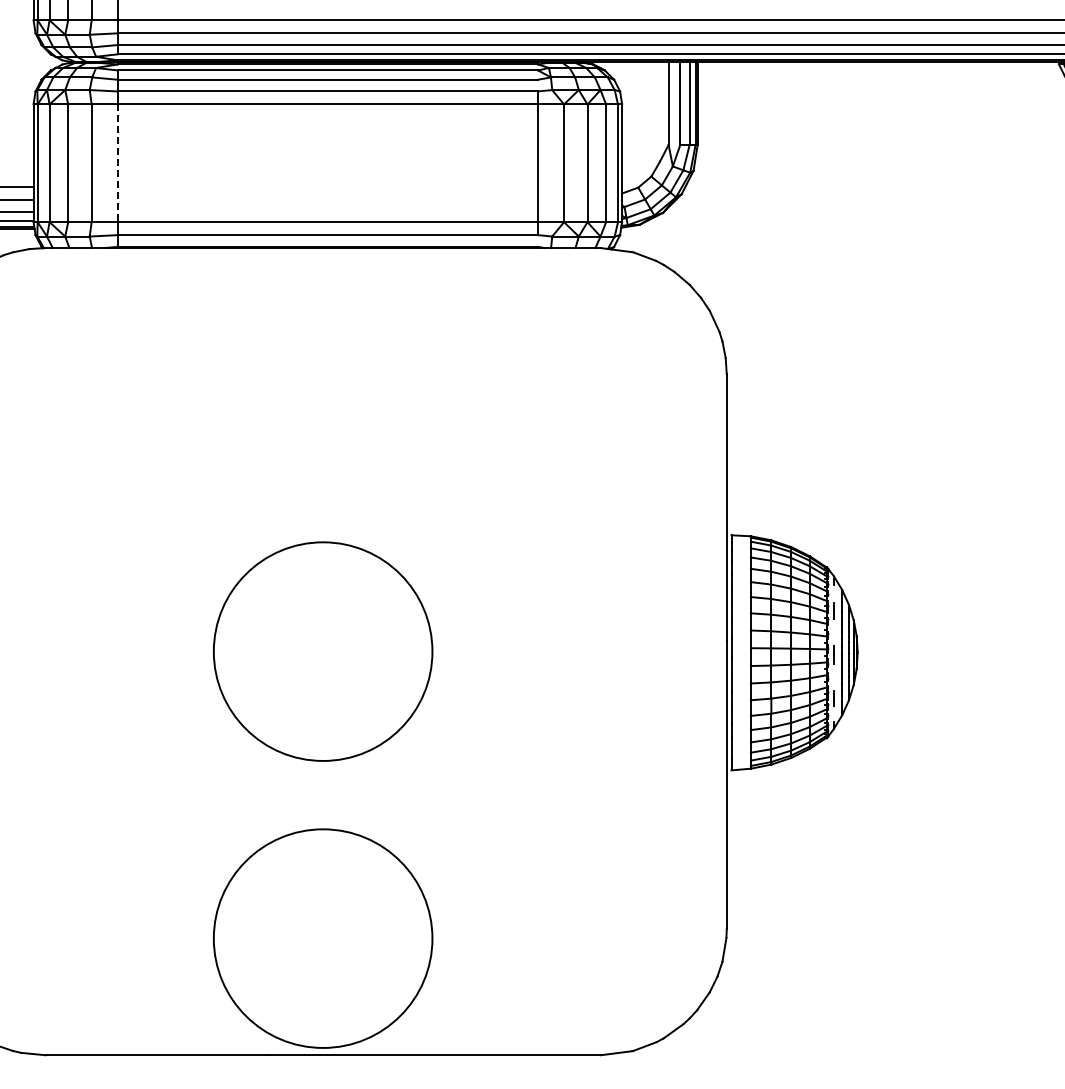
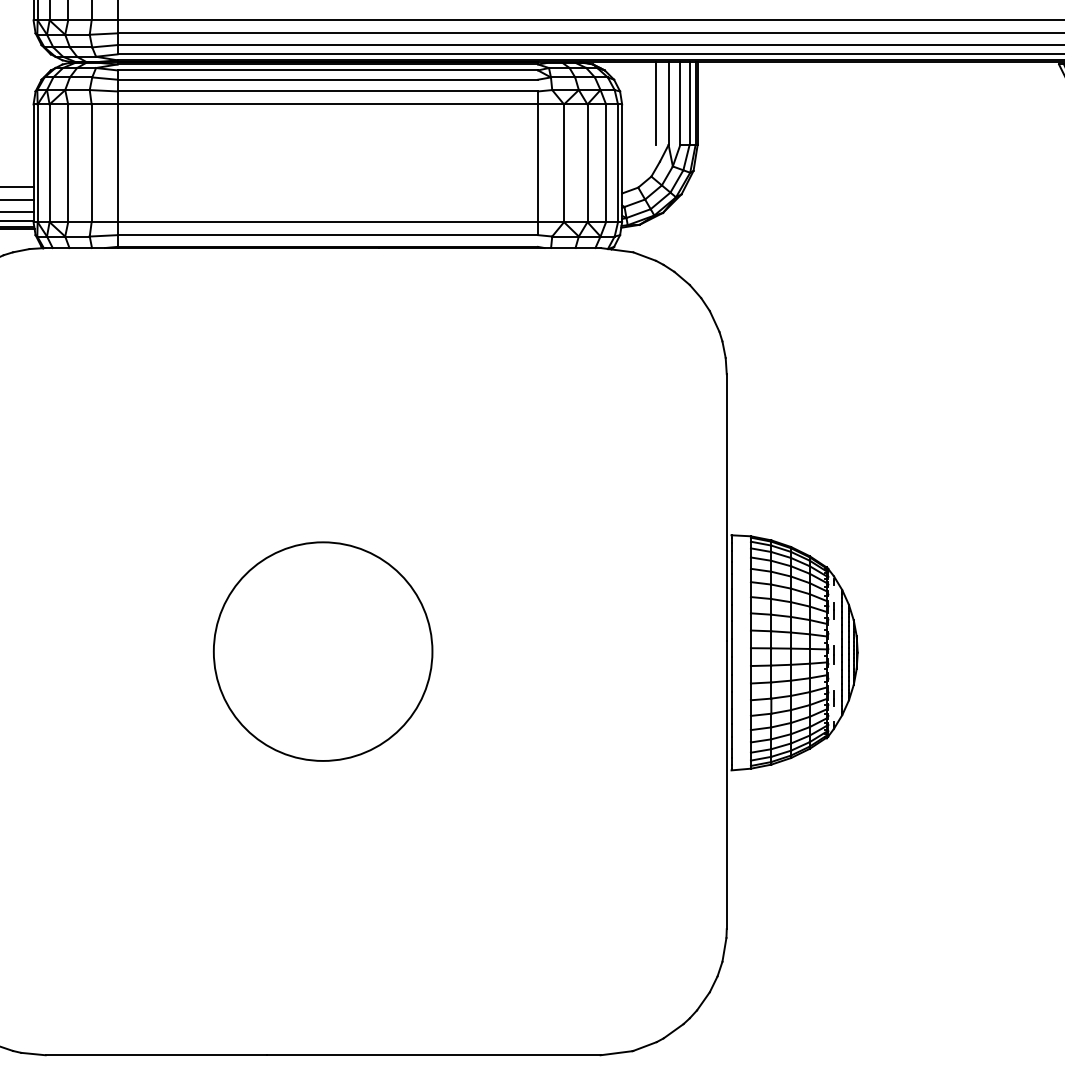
line at (655, 103): none -> present
line at (117, 163): dashed -> solid
circle at (322, 938): present -> none
